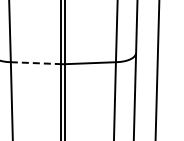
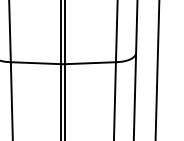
line at (36, 63): dashed -> solid
